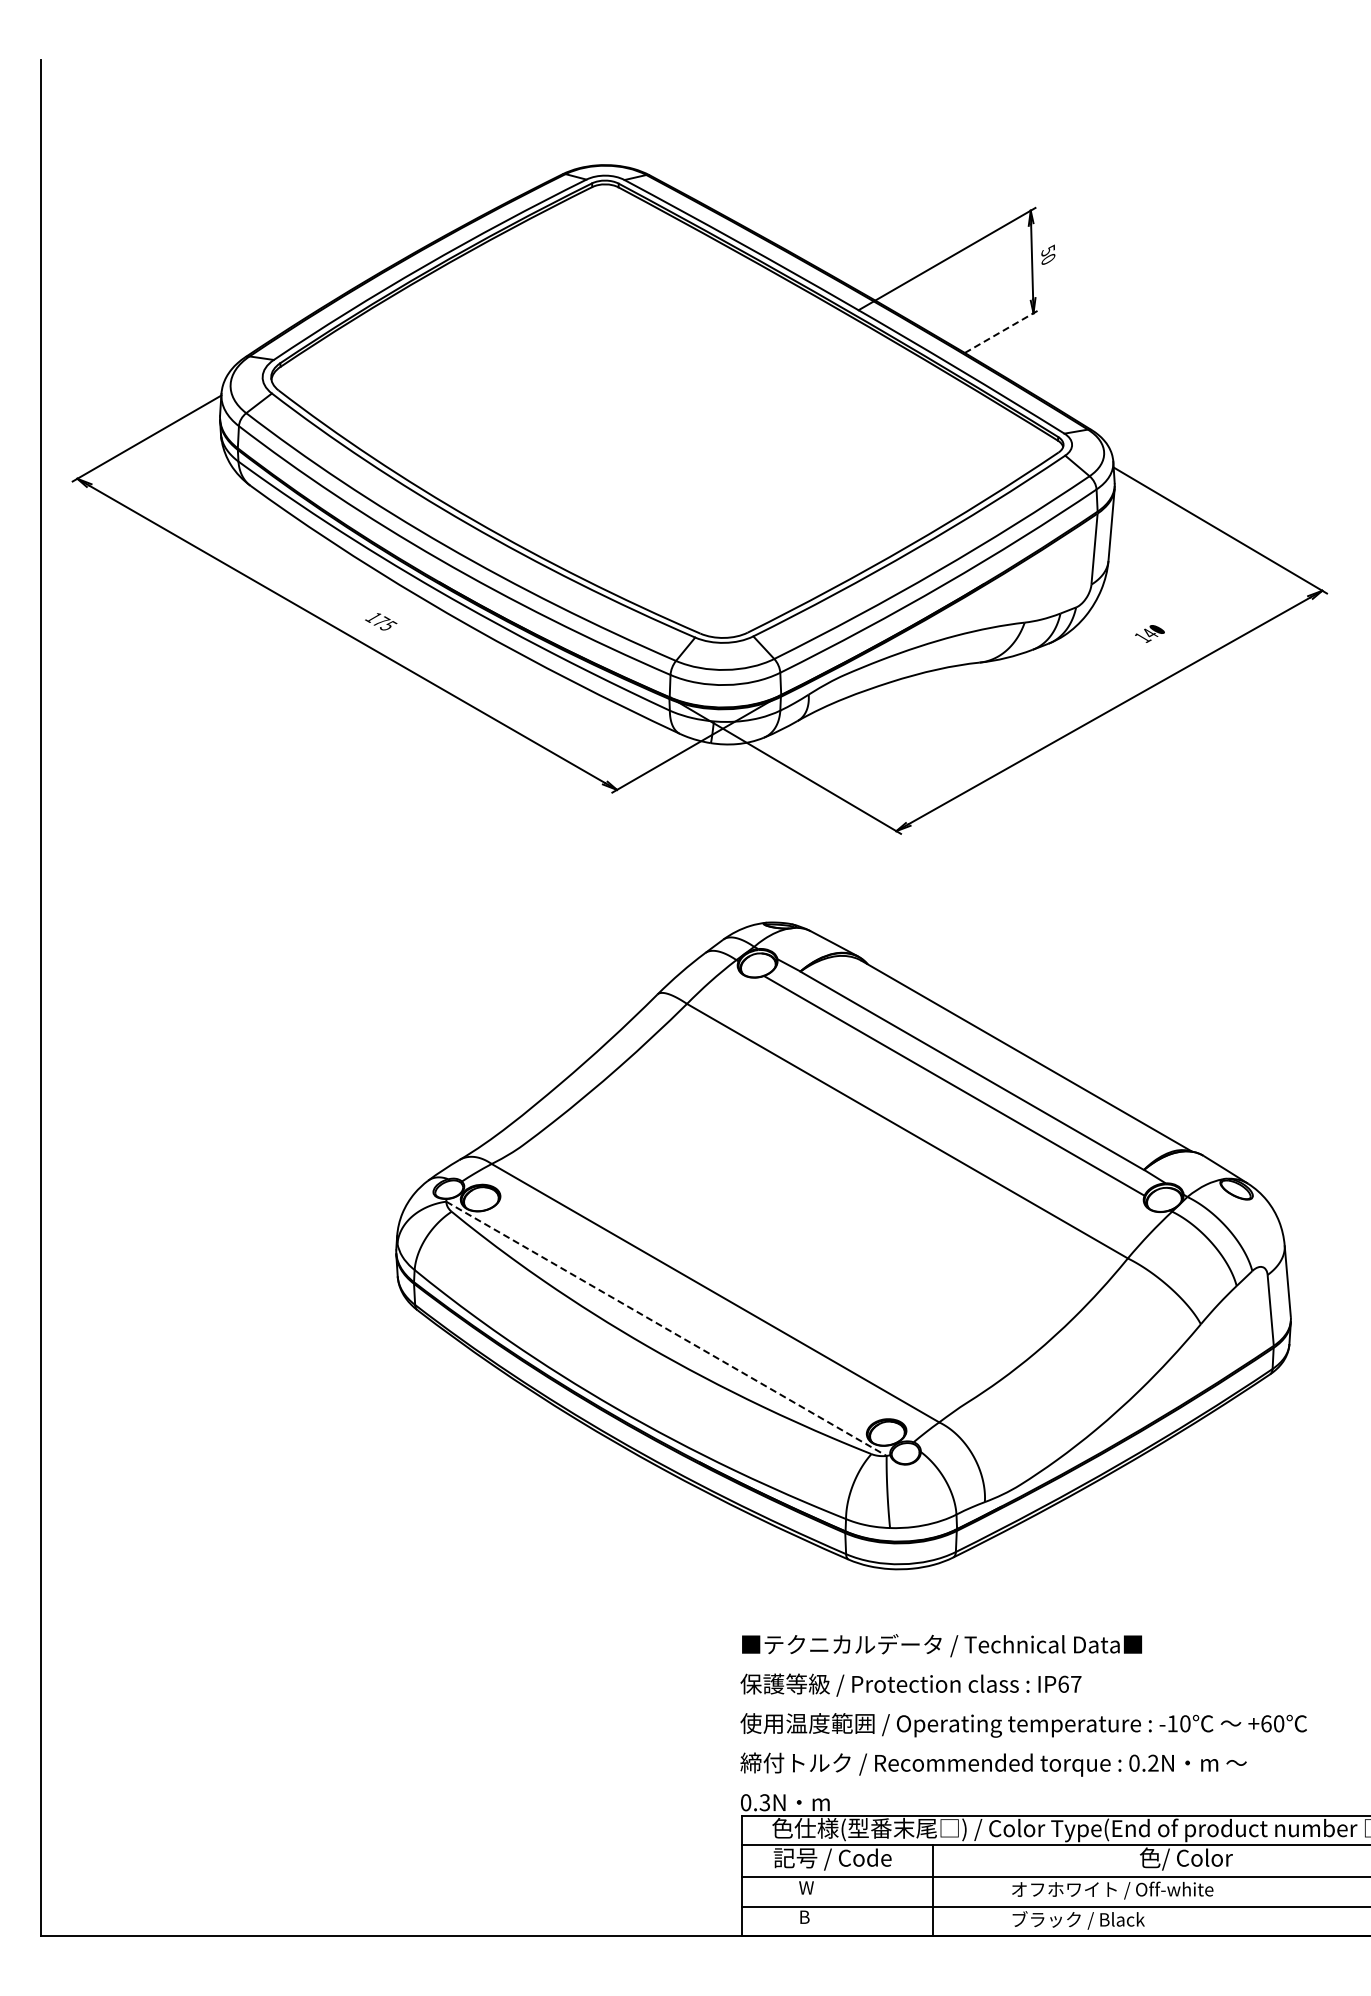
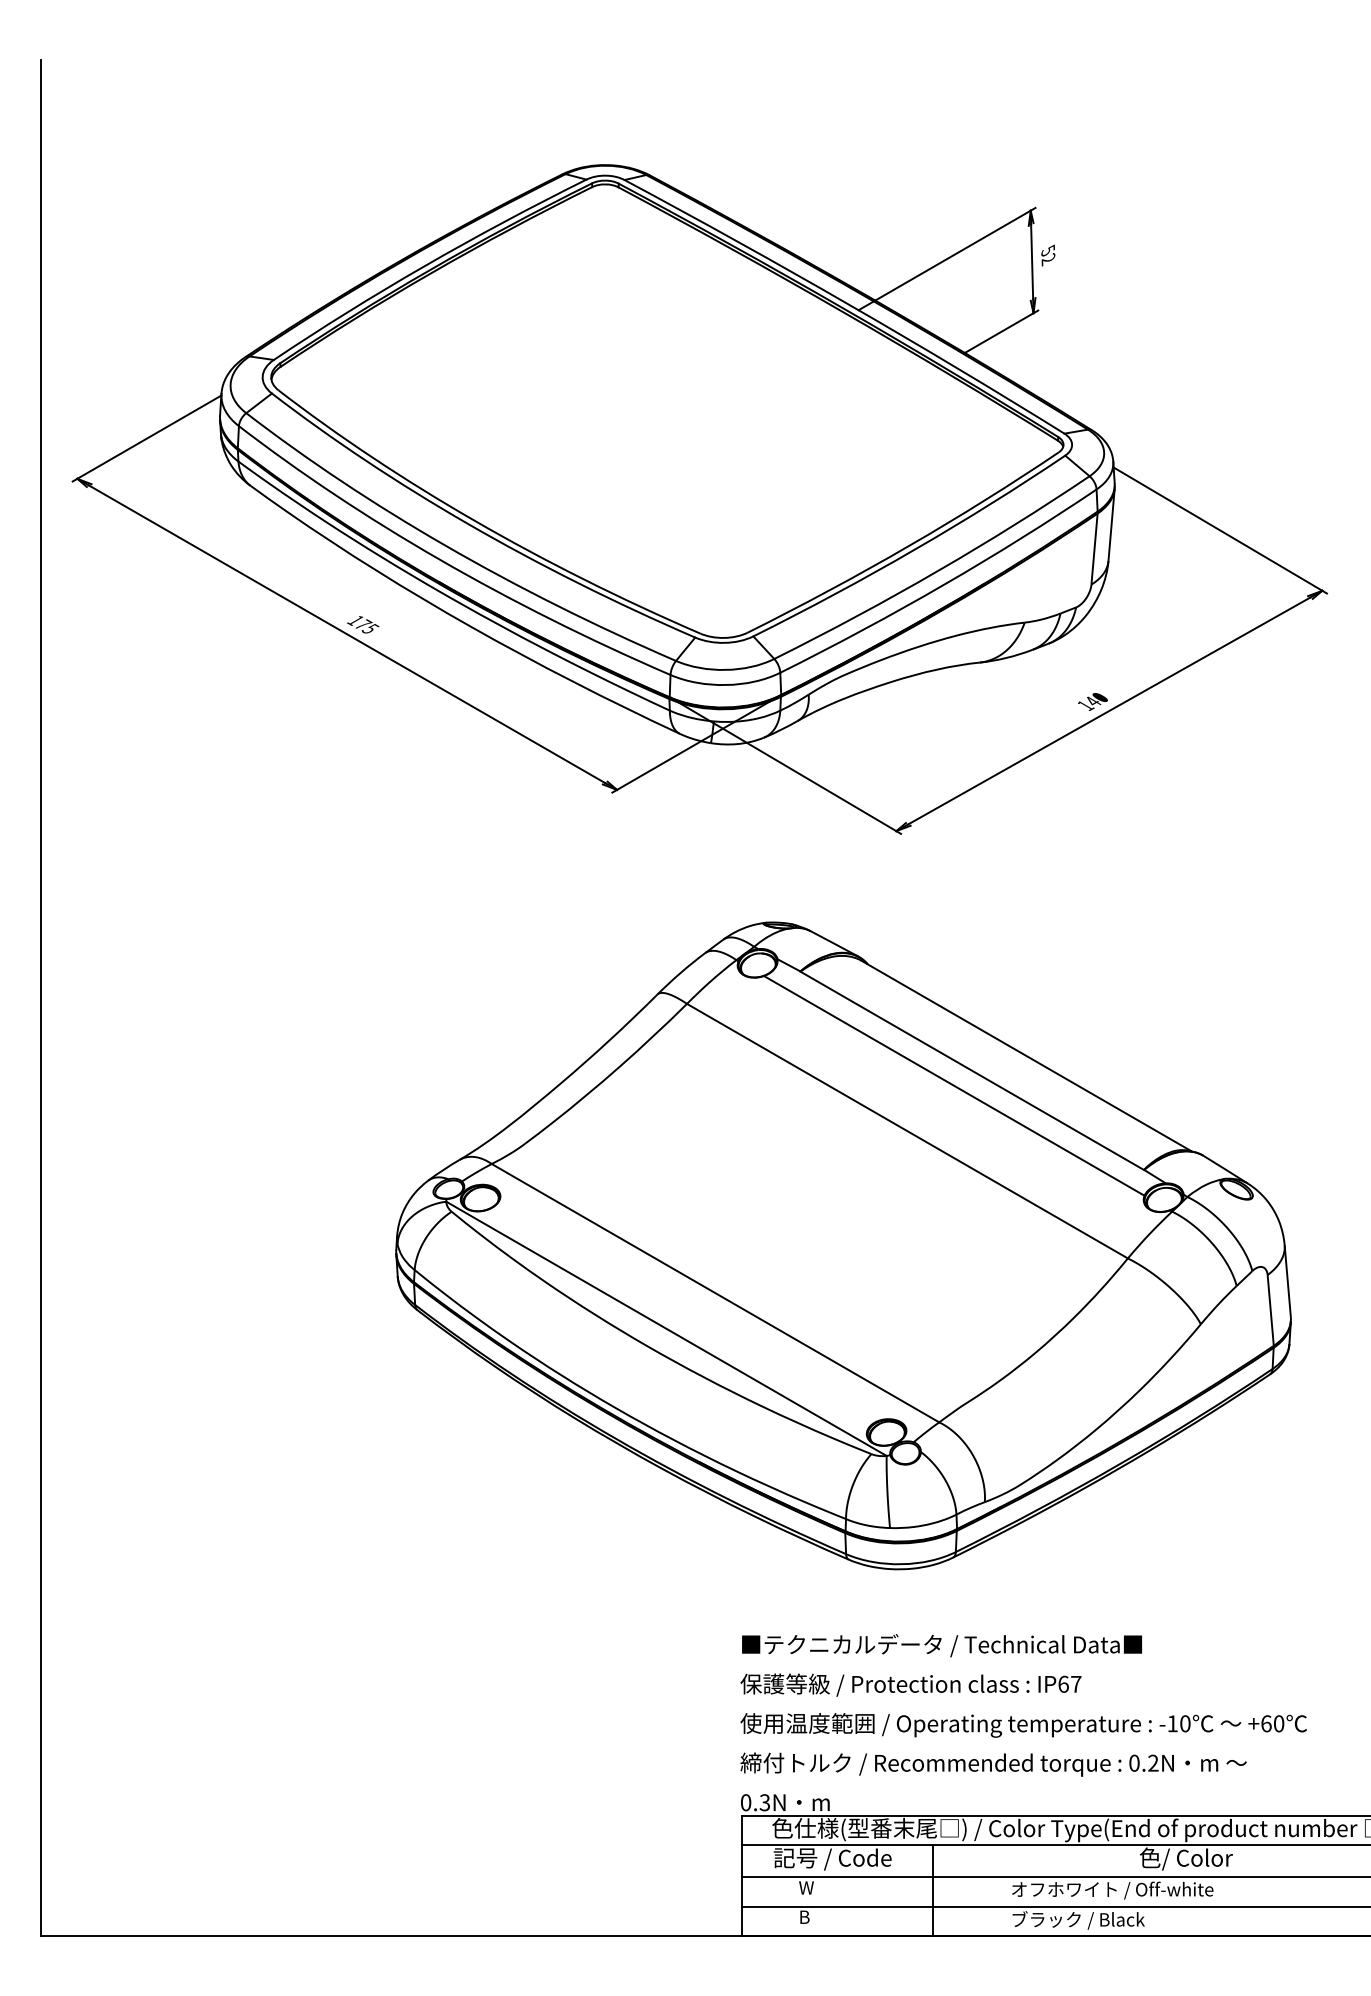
text at (1048, 259): 50 -> 52
line at (1001, 331): dashed -> solid
text at (381, 621) position: (381, 621) -> (363, 624)
text at (1149, 633) position: (1149, 633) -> (1092, 701)
line at (666, 1329): dashed -> solid
